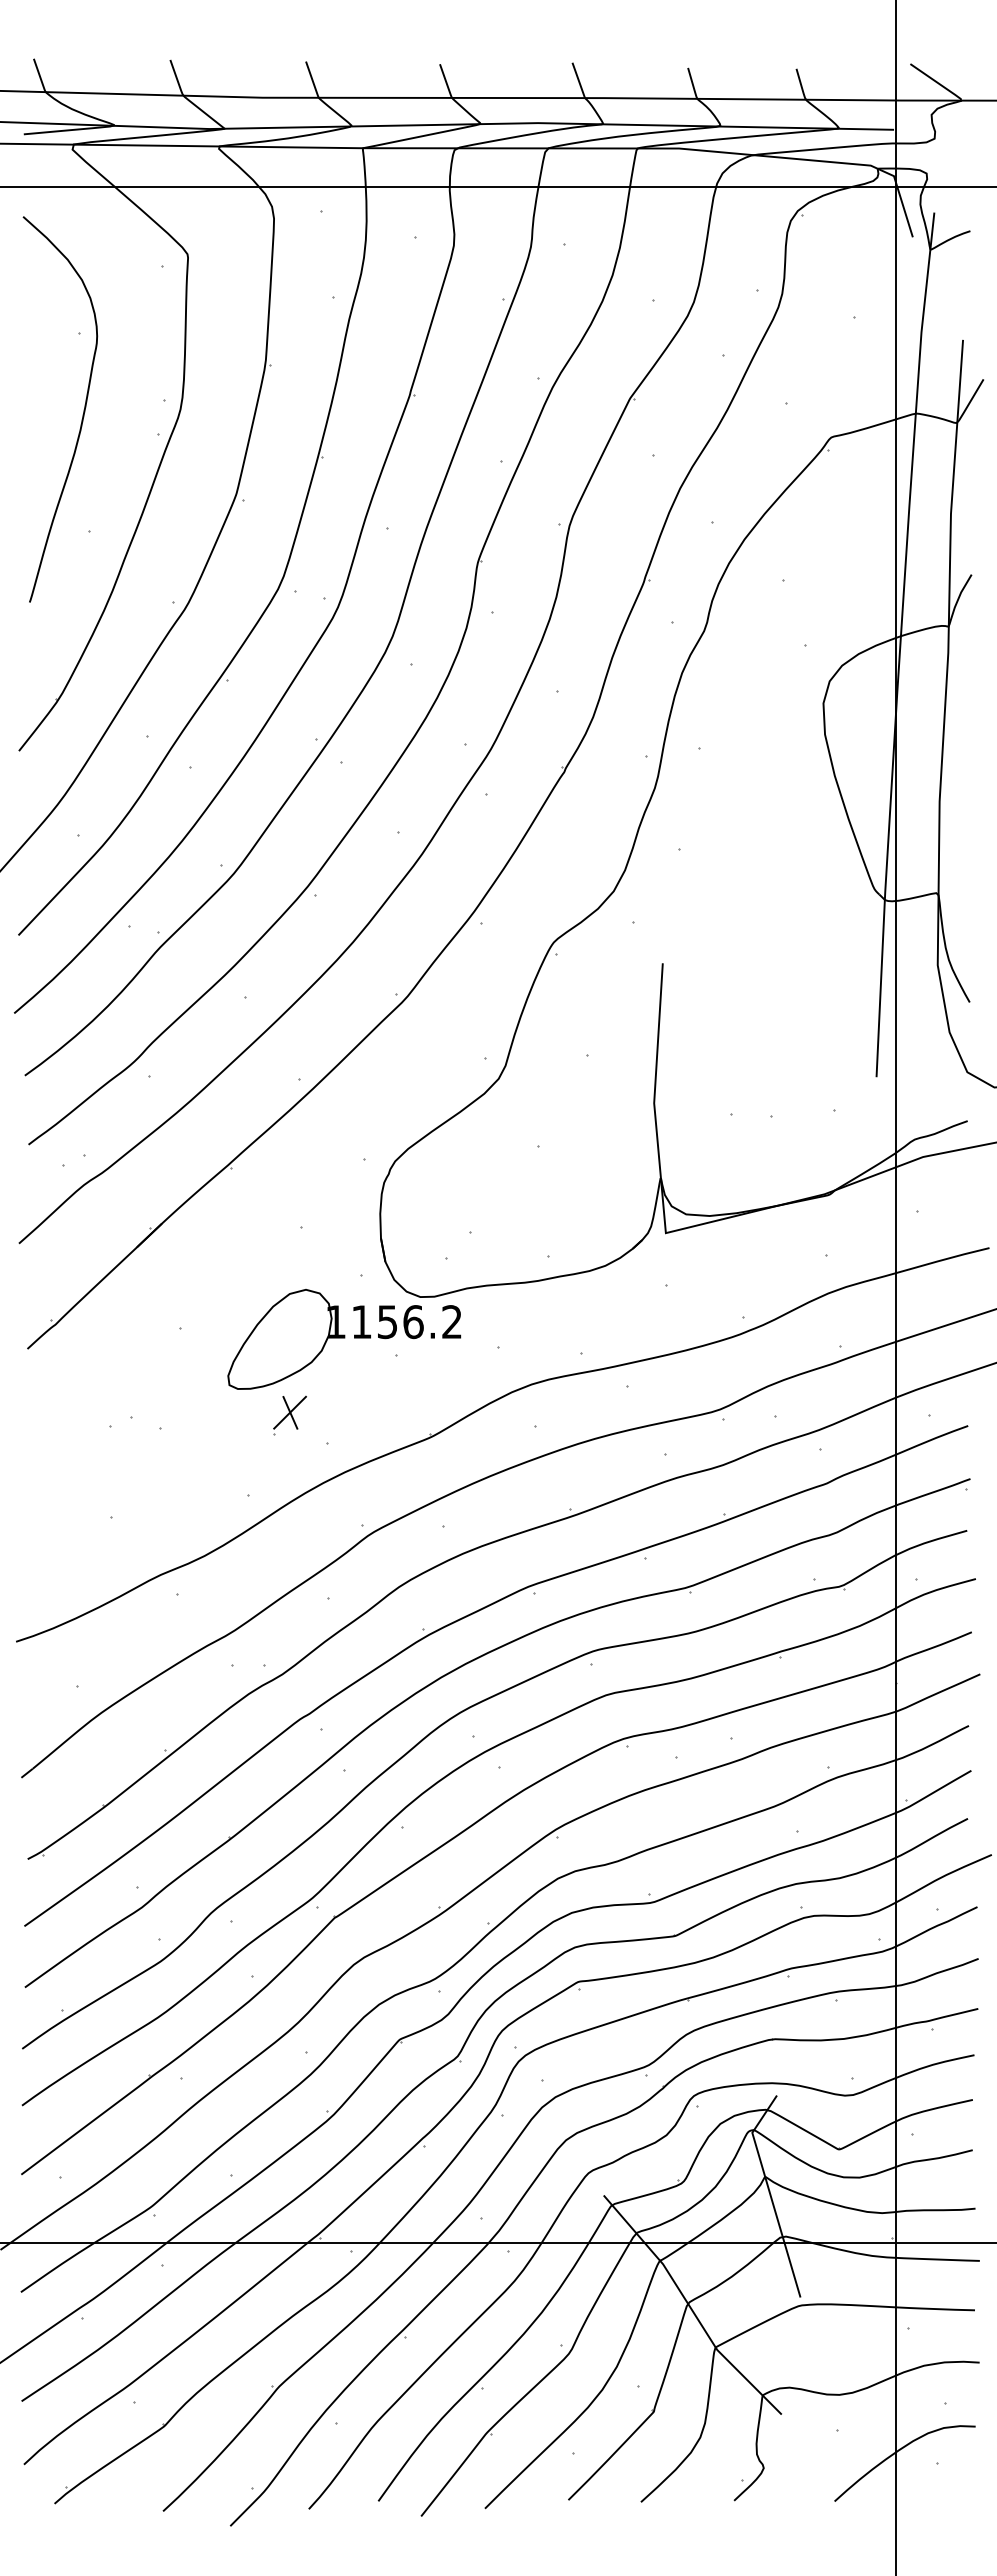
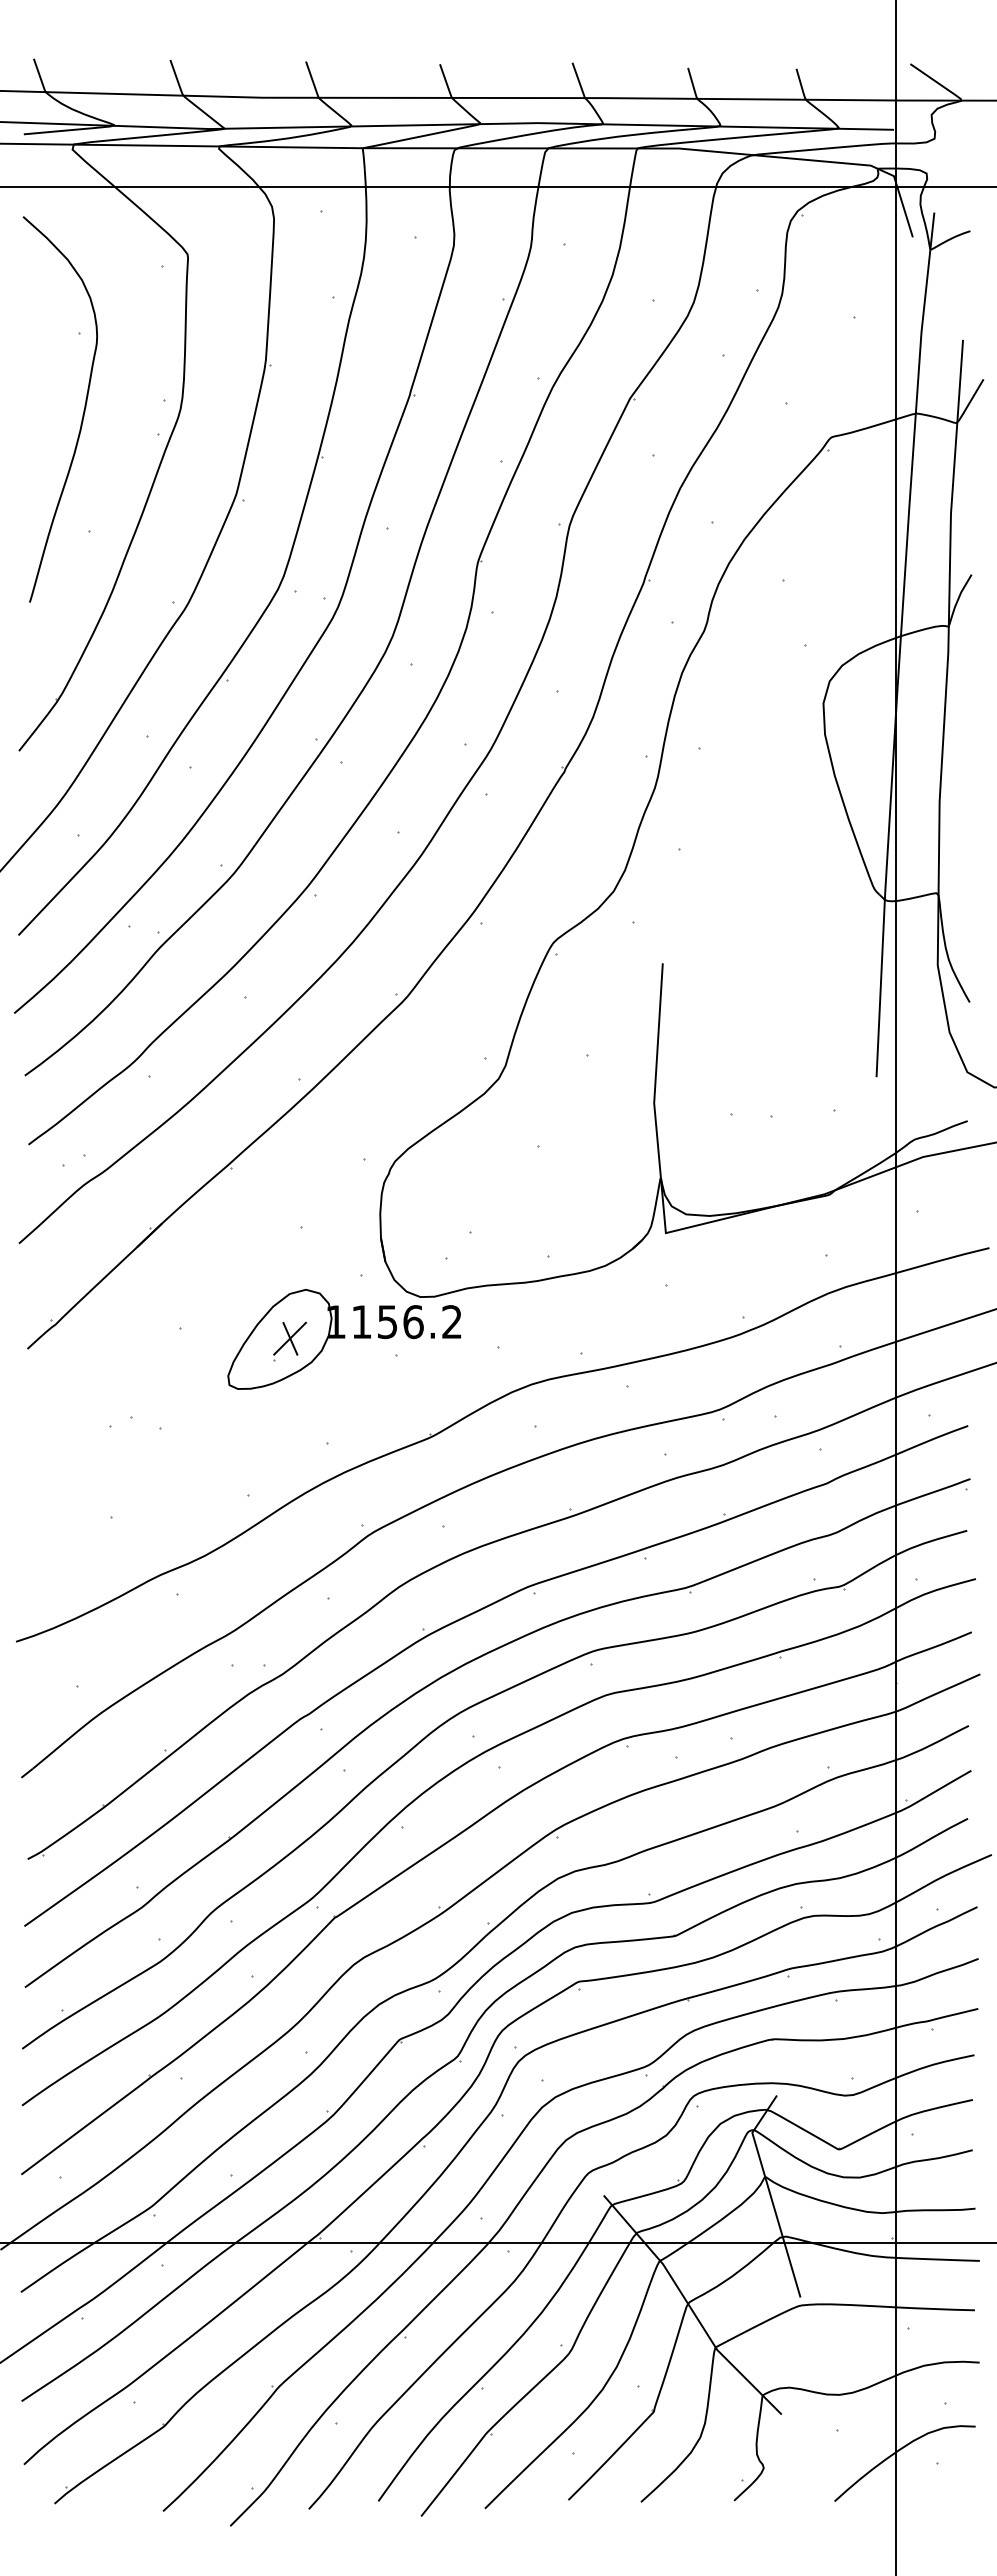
part at (289, 1415) position: (289, 1415) -> (289, 1341)
